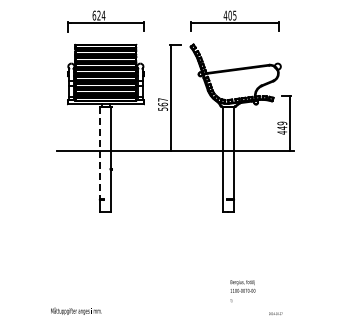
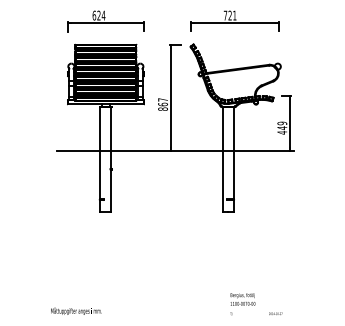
text at (229, 15): 405 -> 721
text at (162, 108): 567 -> 867
line at (100, 153): dashed -> solid
text at (242, 291) position: (242, 291) -> (242, 304)
